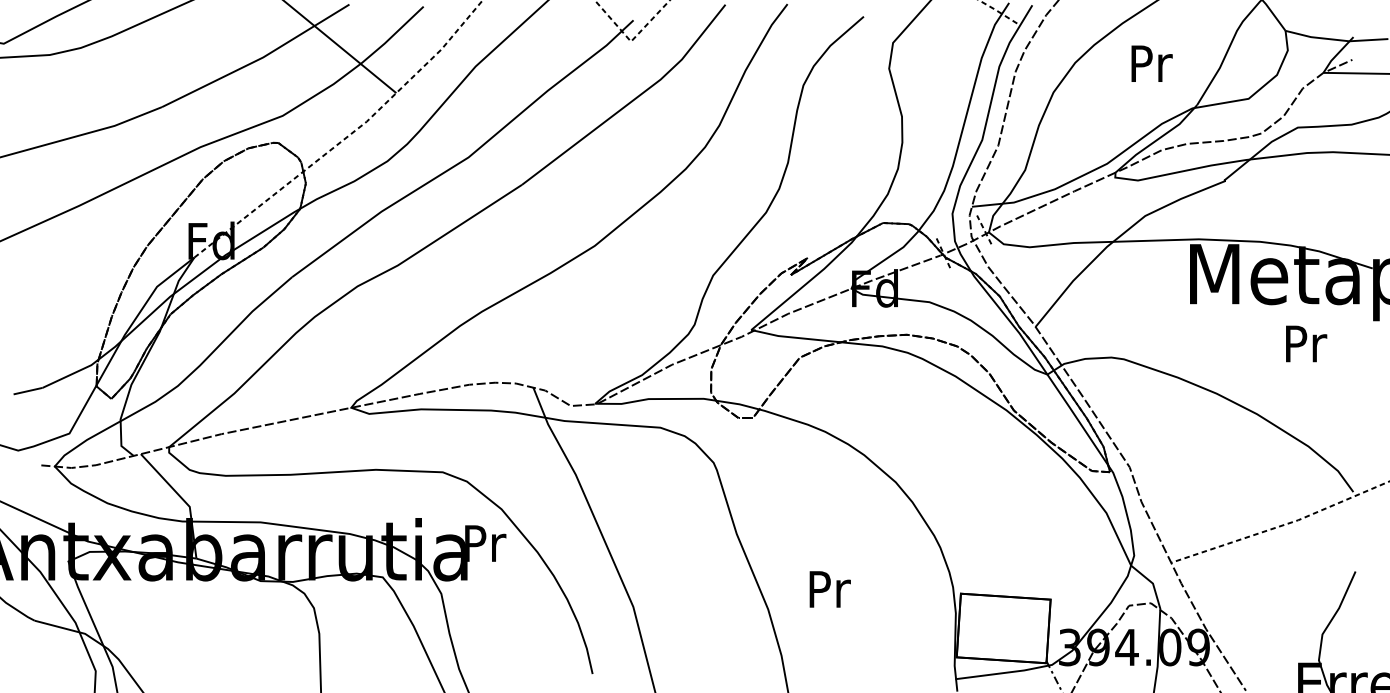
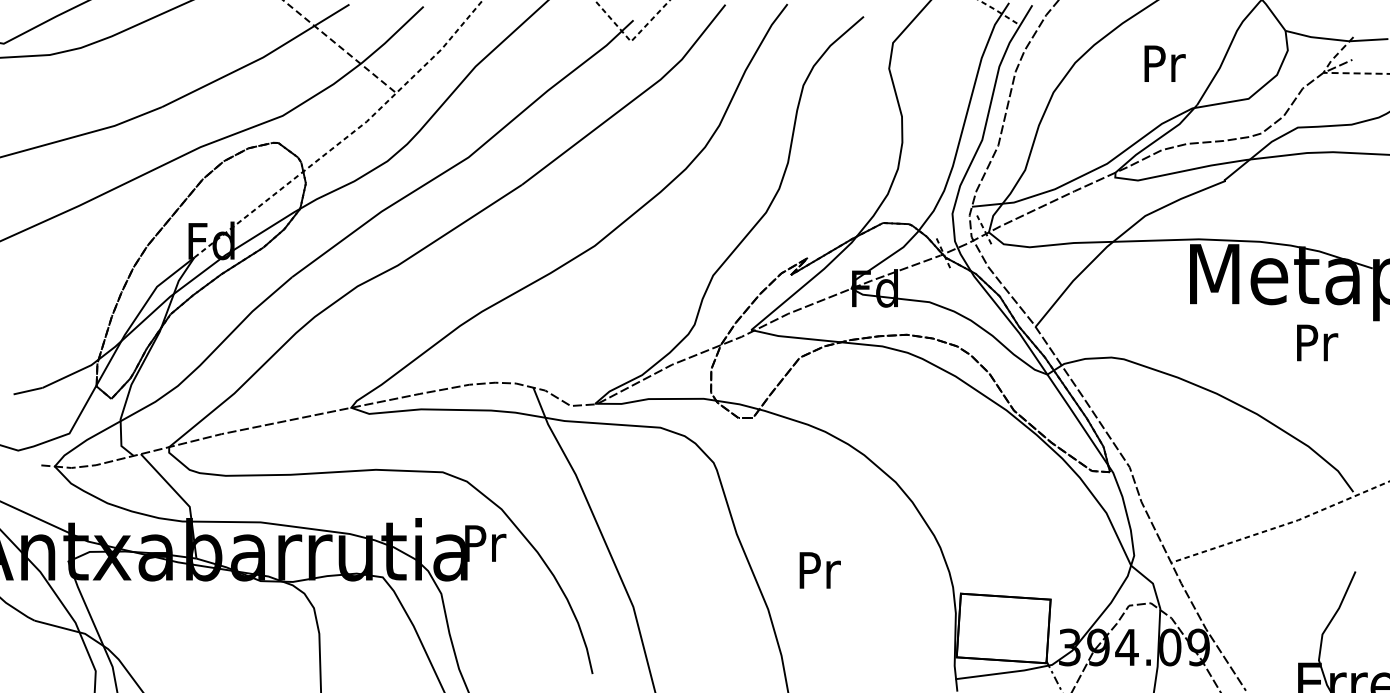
line at (340, 47): solid -> dashed
text at (1151, 63) position: (1151, 63) -> (1164, 63)
line at (1332, 73): solid -> dashed
text at (1306, 343) position: (1306, 343) -> (1317, 342)
text at (829, 589) position: (829, 589) -> (819, 570)
